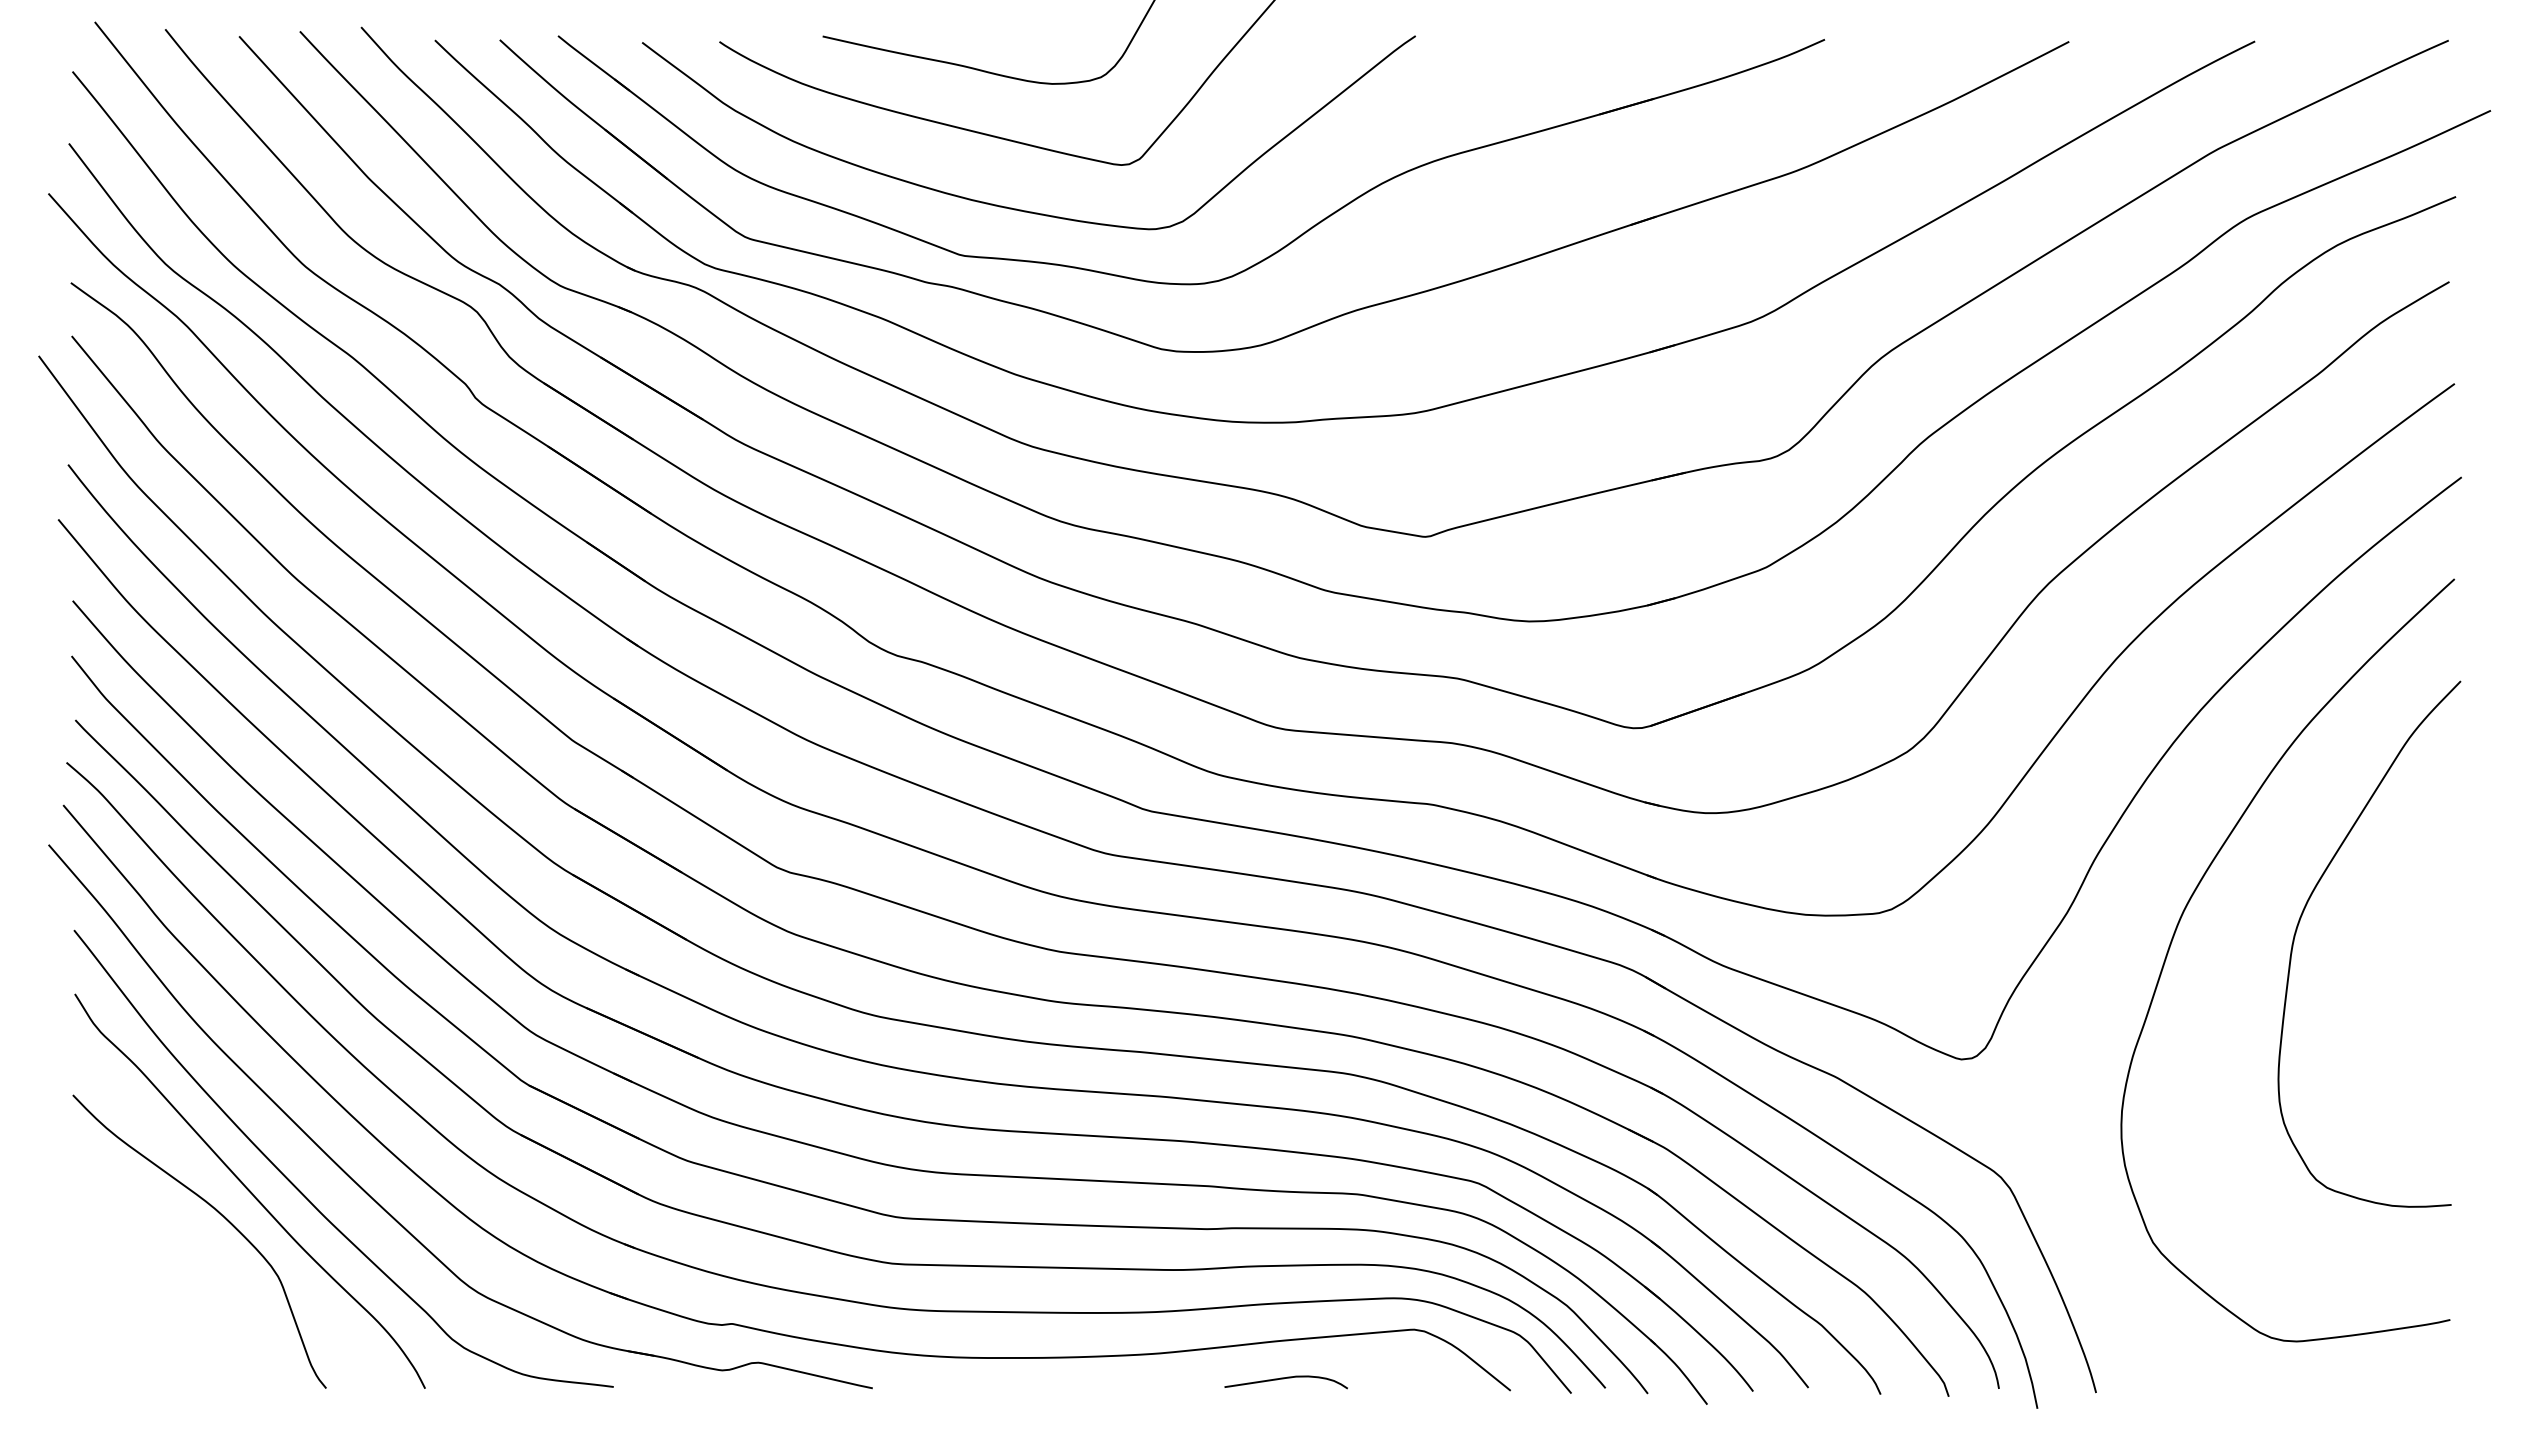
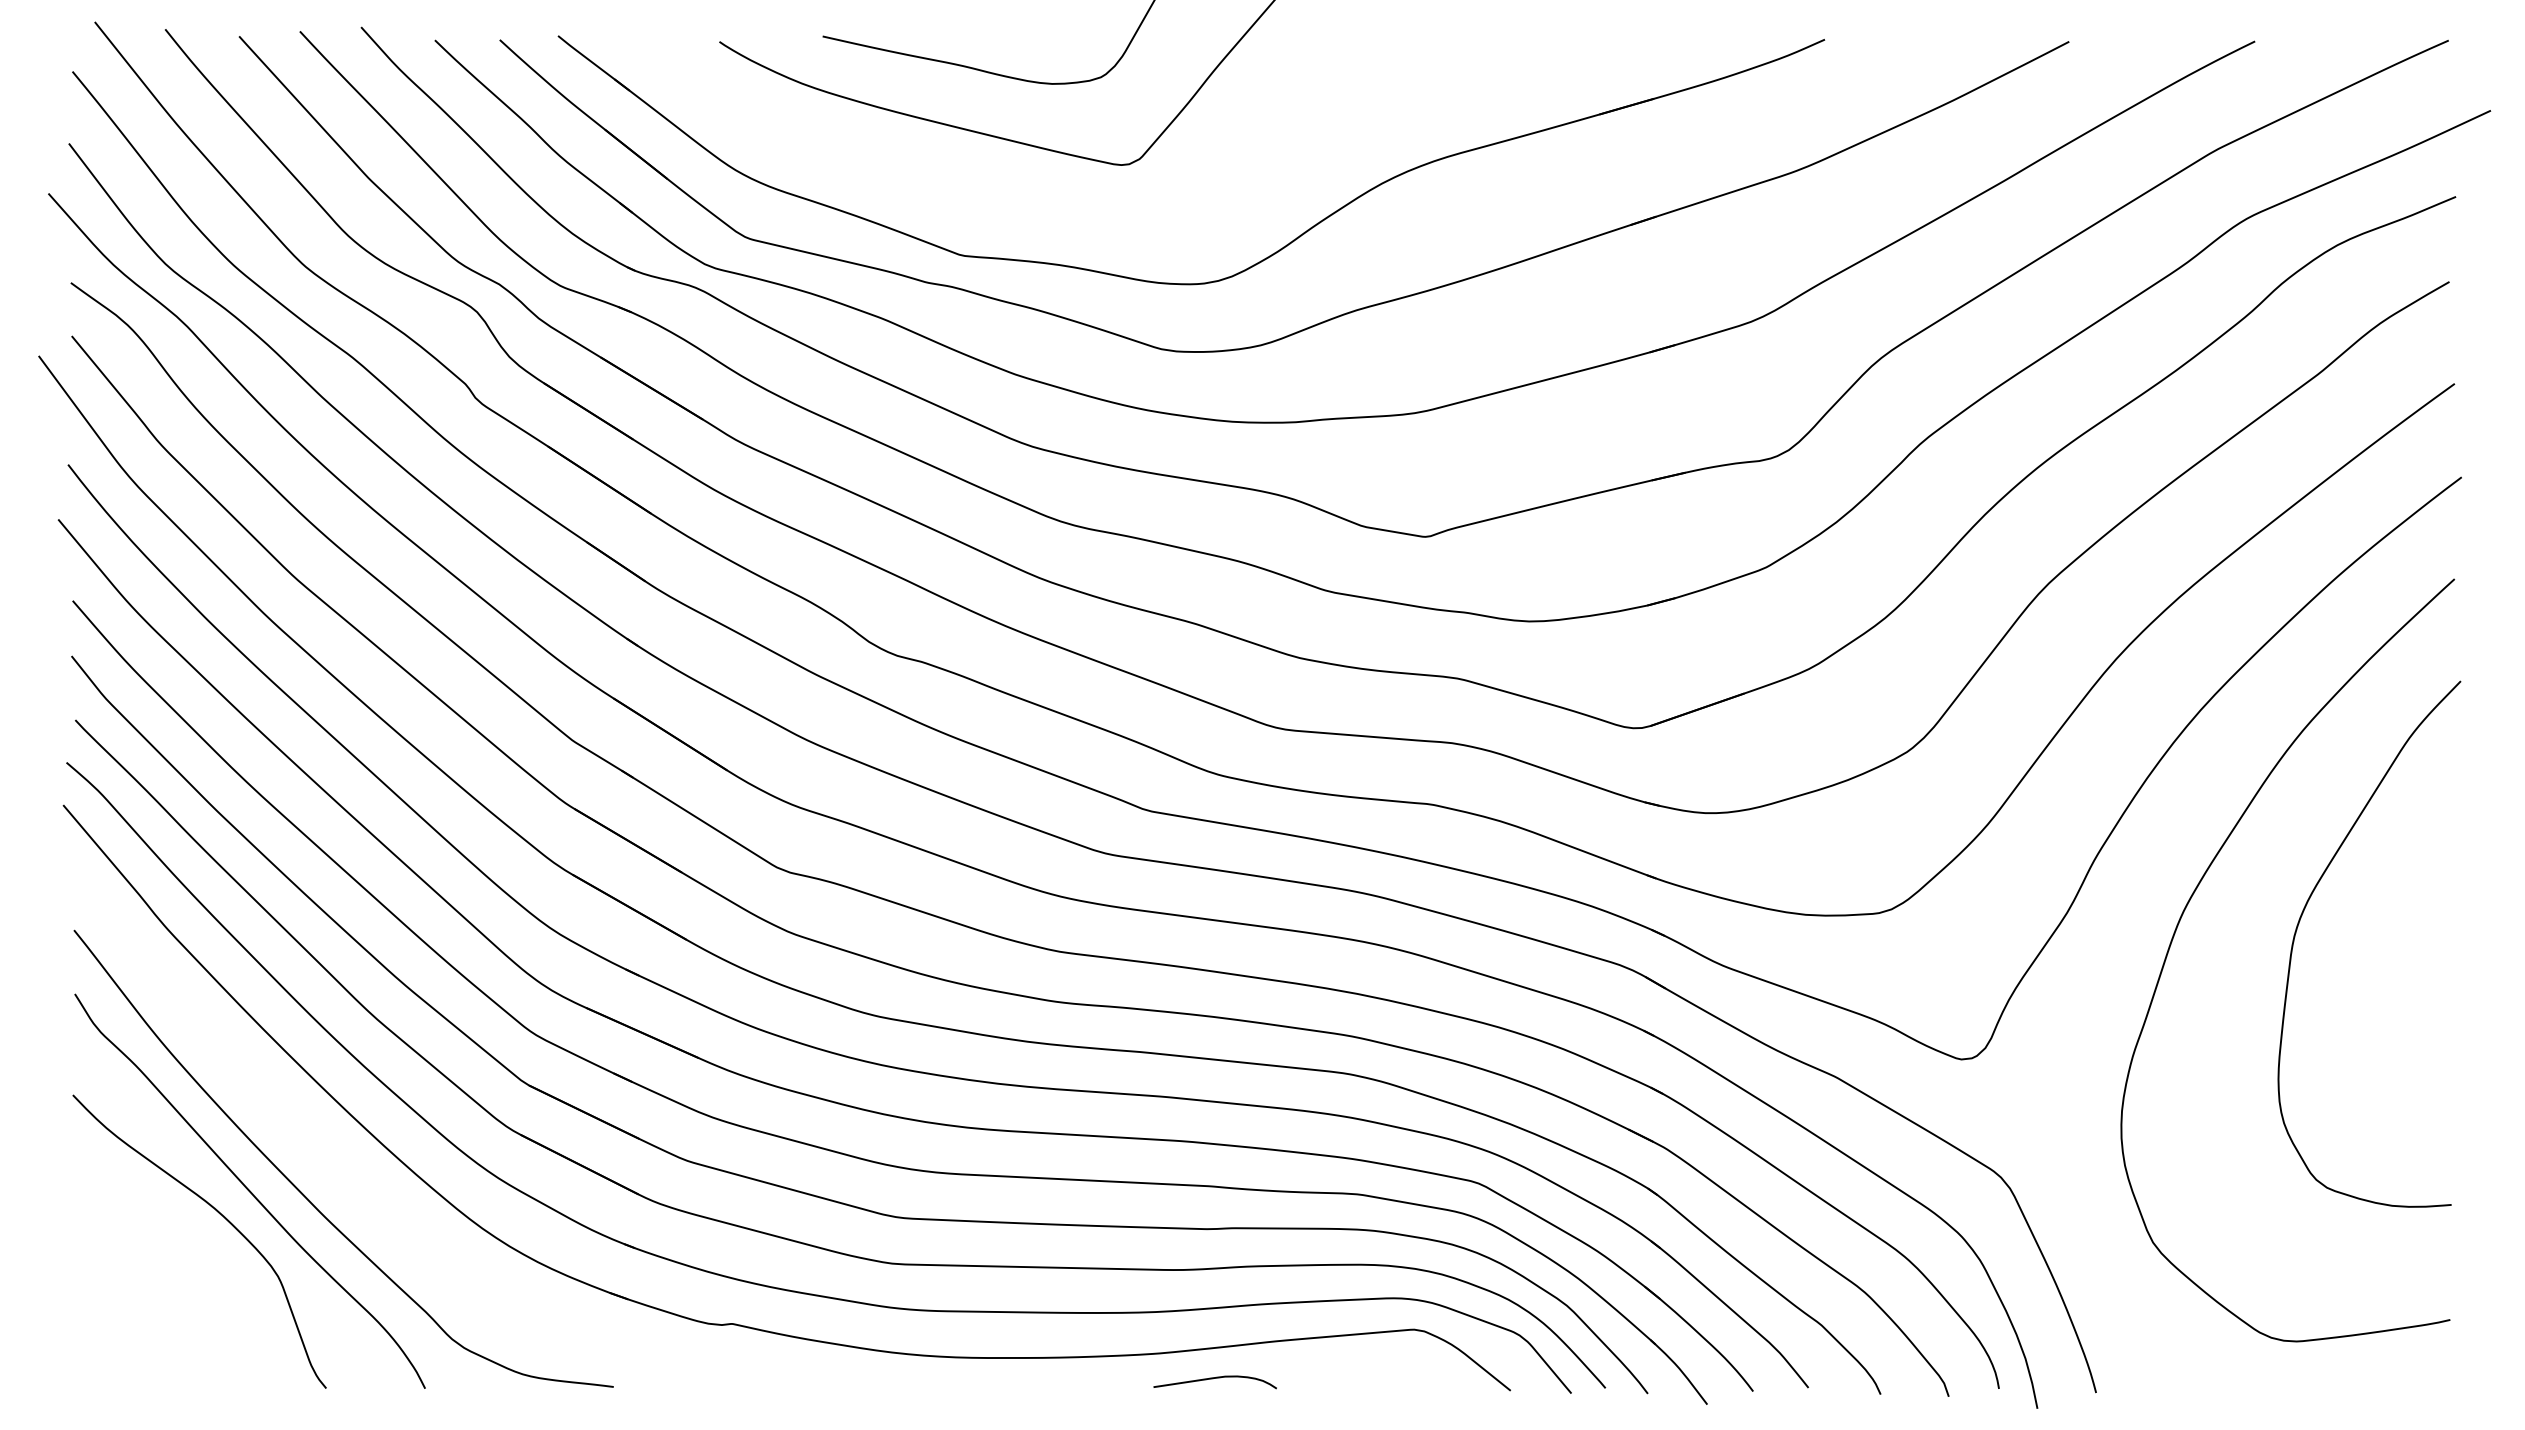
curve at (1011, 207): present -> none
part at (376, 1200): present -> none
curve at (1284, 1379) position: (1284, 1379) -> (1213, 1379)
